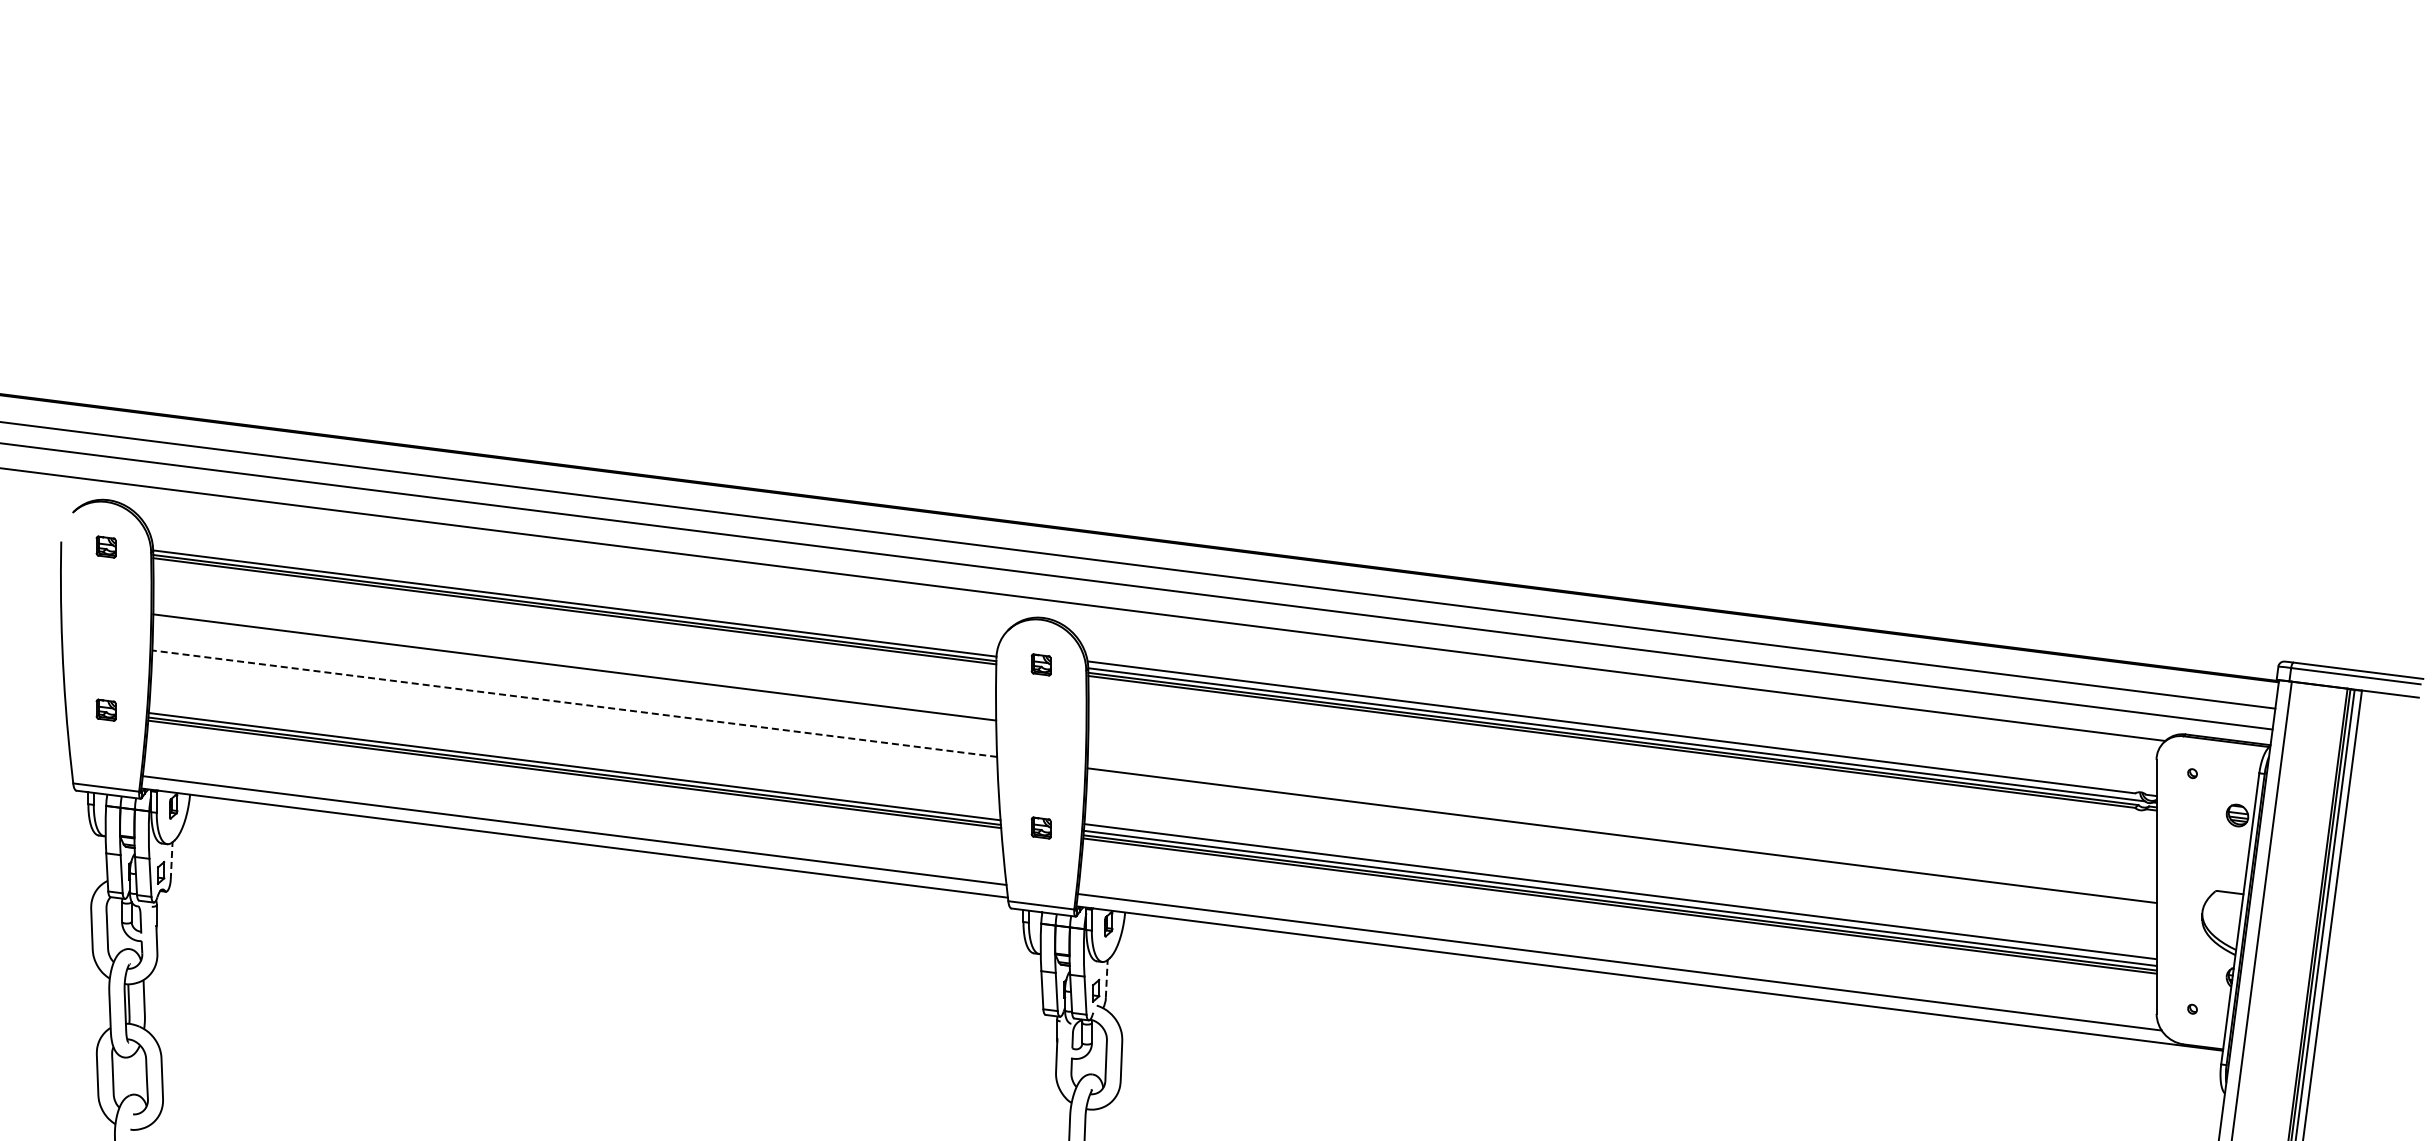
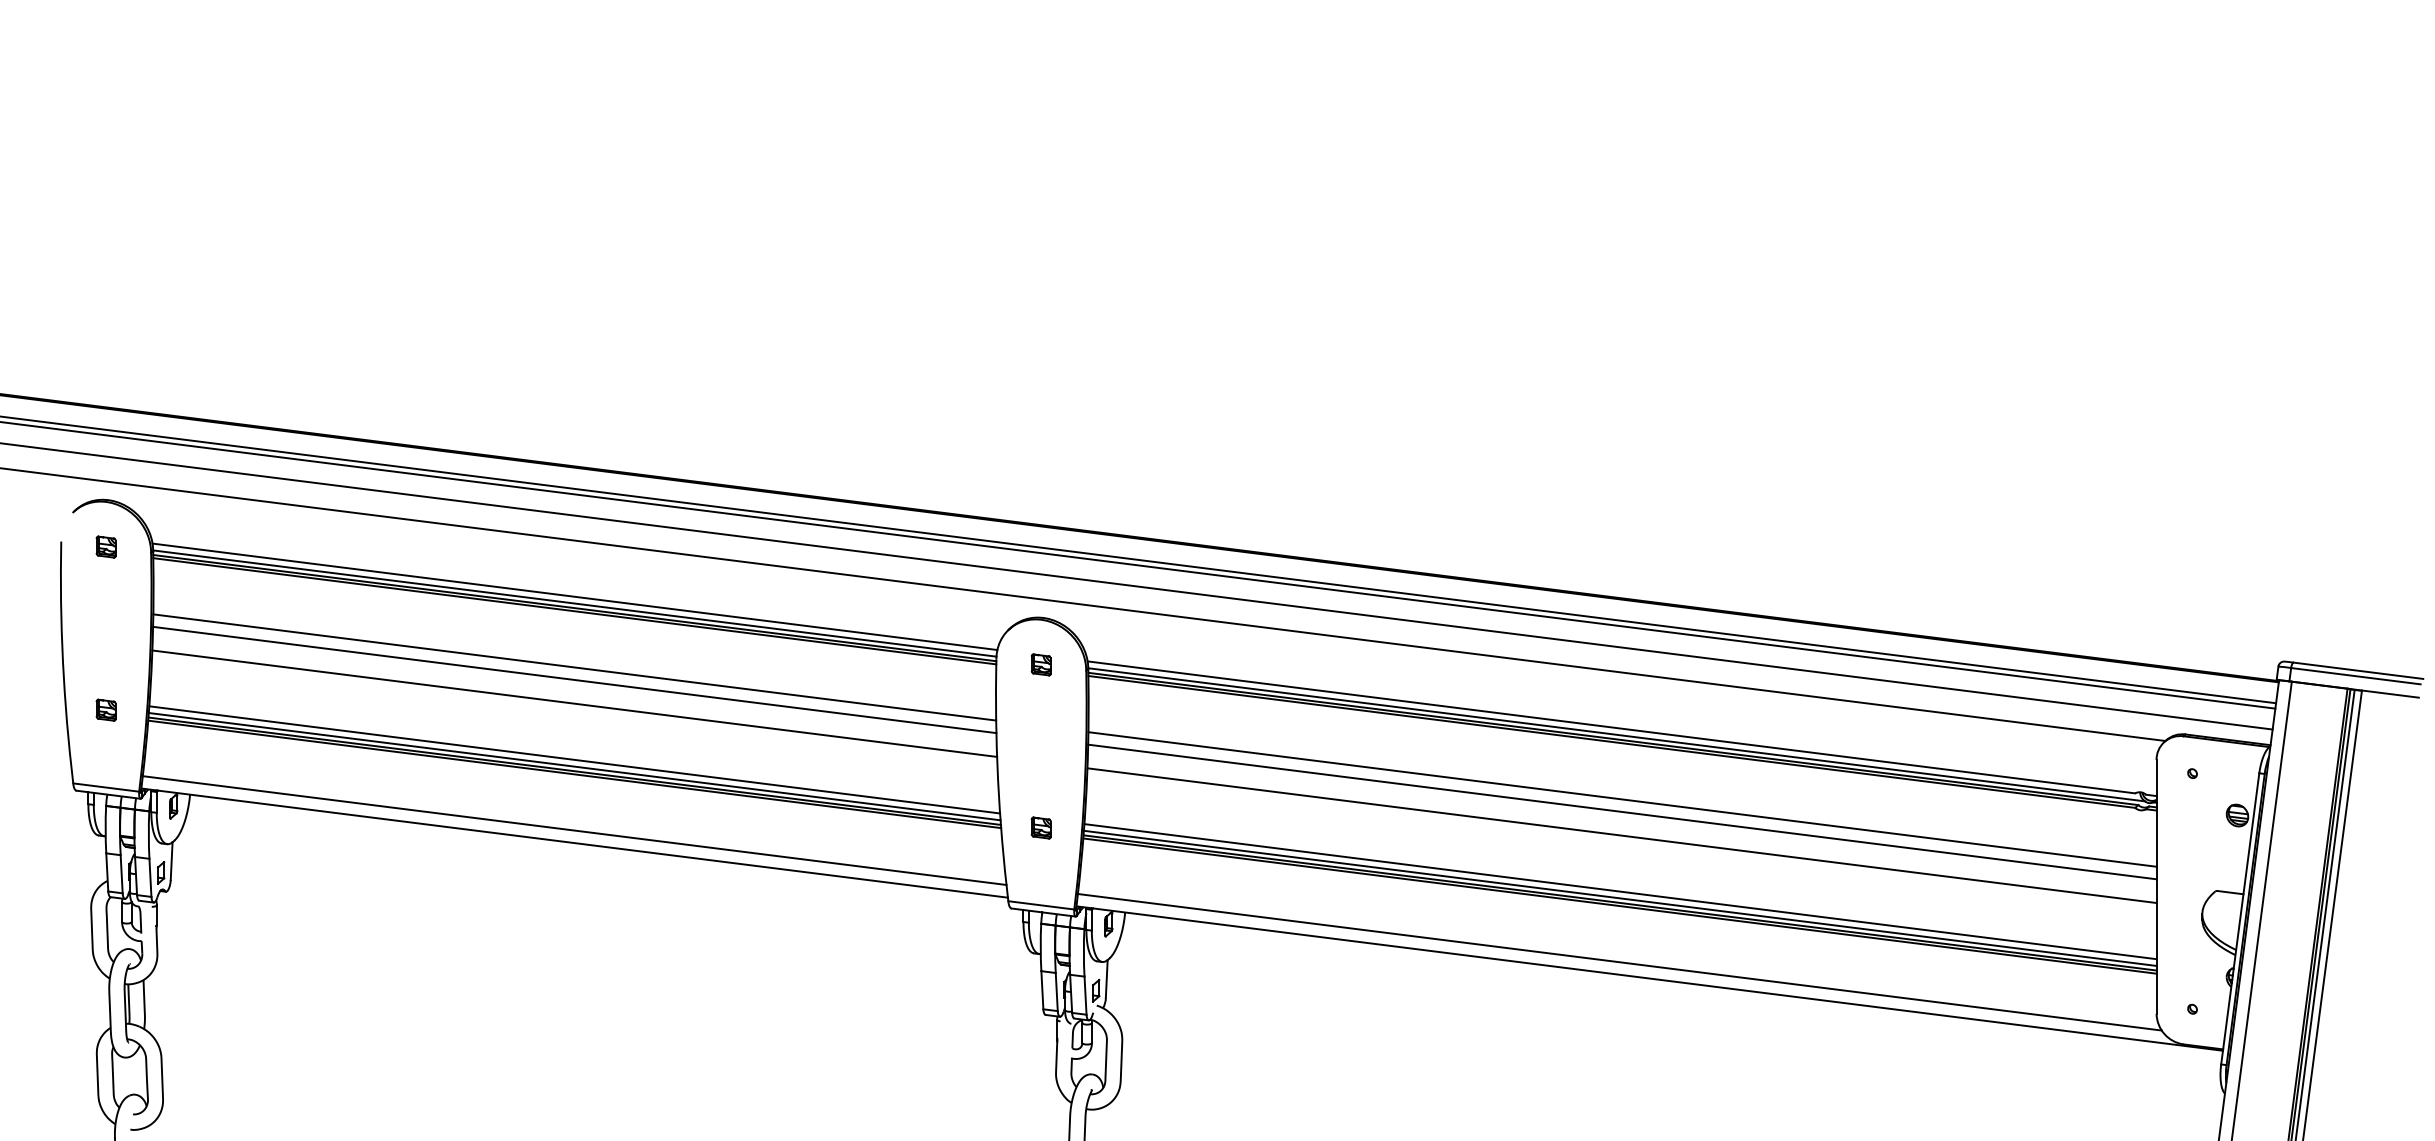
line at (1139, 559): none -> present
line at (574, 596): none -> present
line at (574, 679): none -> present
line at (574, 703): dashed -> solid
line at (574, 759): none -> present
line at (1622, 799): none -> present
line at (1622, 811): none -> present
line at (171, 861): dashed -> solid
line at (1106, 978): dashed -> solid
